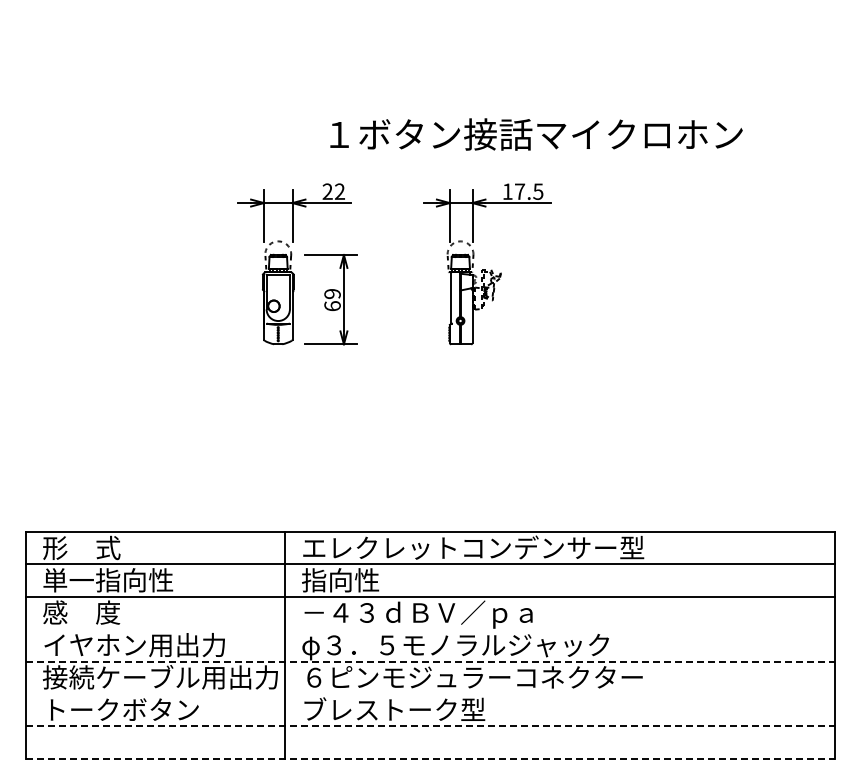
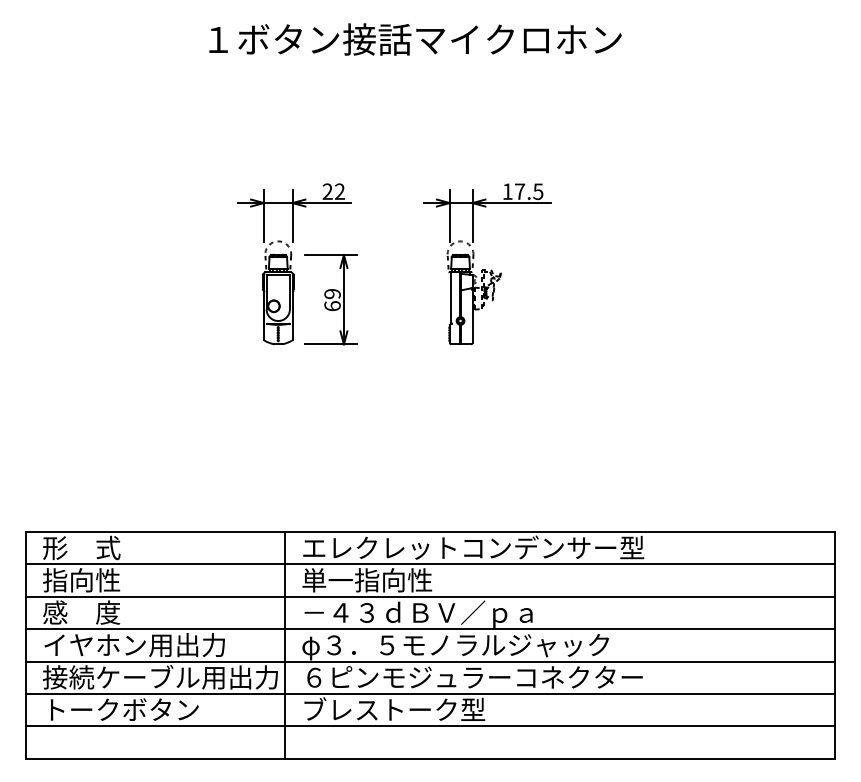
text at (536, 134) position: (536, 134) -> (415, 39)
text at (108, 580): 単一指向性 -> 指向性
text at (367, 580): 指向性 -> 単一指向性
line at (430, 629): none -> present
line at (430, 661): dashed -> solid
line at (430, 693): none -> present
line at (430, 726): dashed -> solid
line at (430, 758): dashed -> solid
